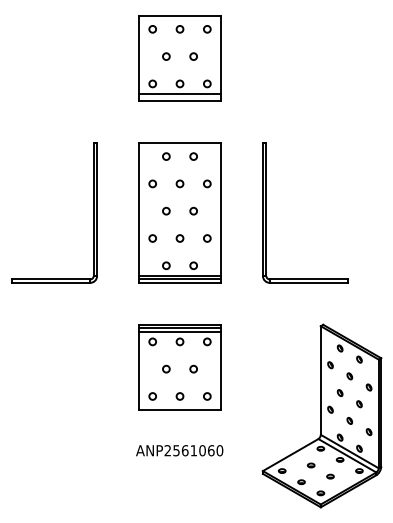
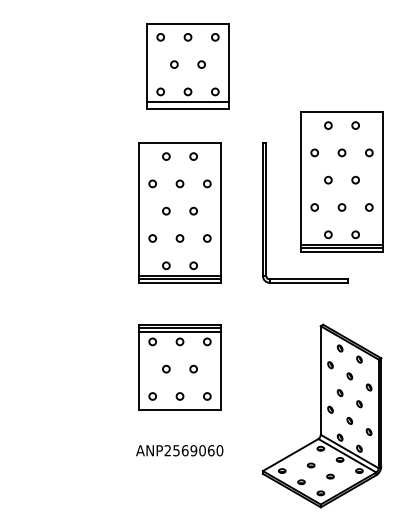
part at (179, 58) position: (179, 58) -> (187, 66)
part at (341, 181): none -> present
part at (93, 212): present -> none
text at (193, 450): ANP2561060 -> ANP2569060
